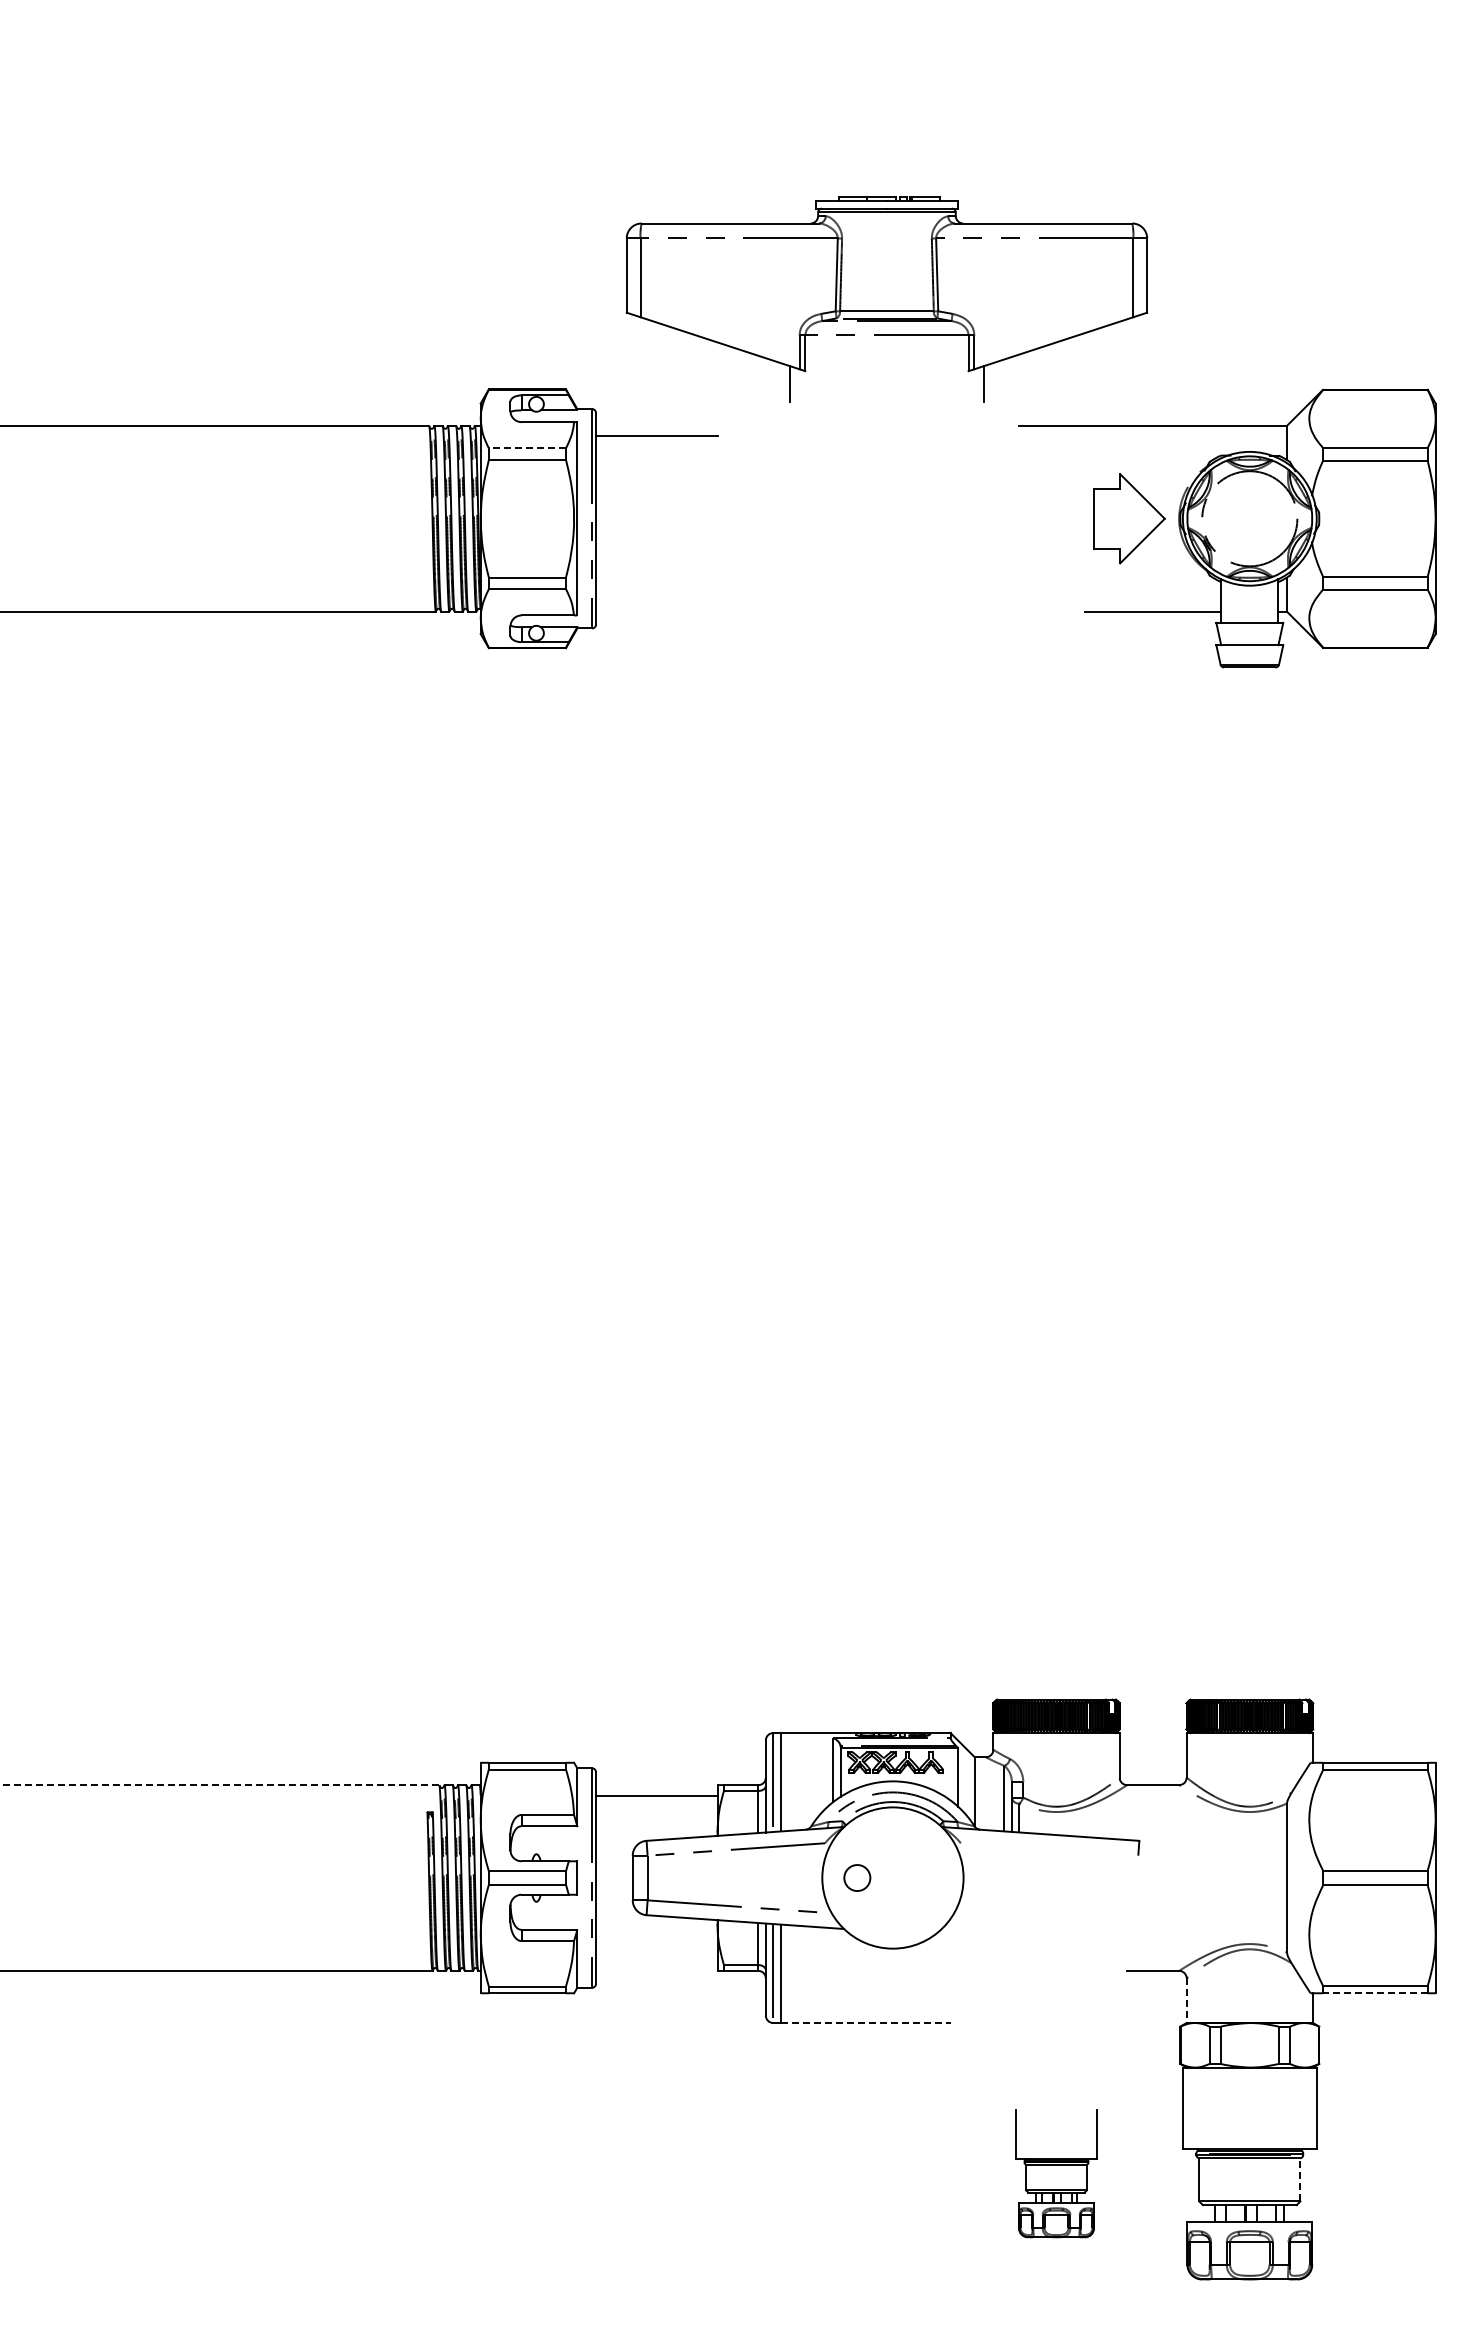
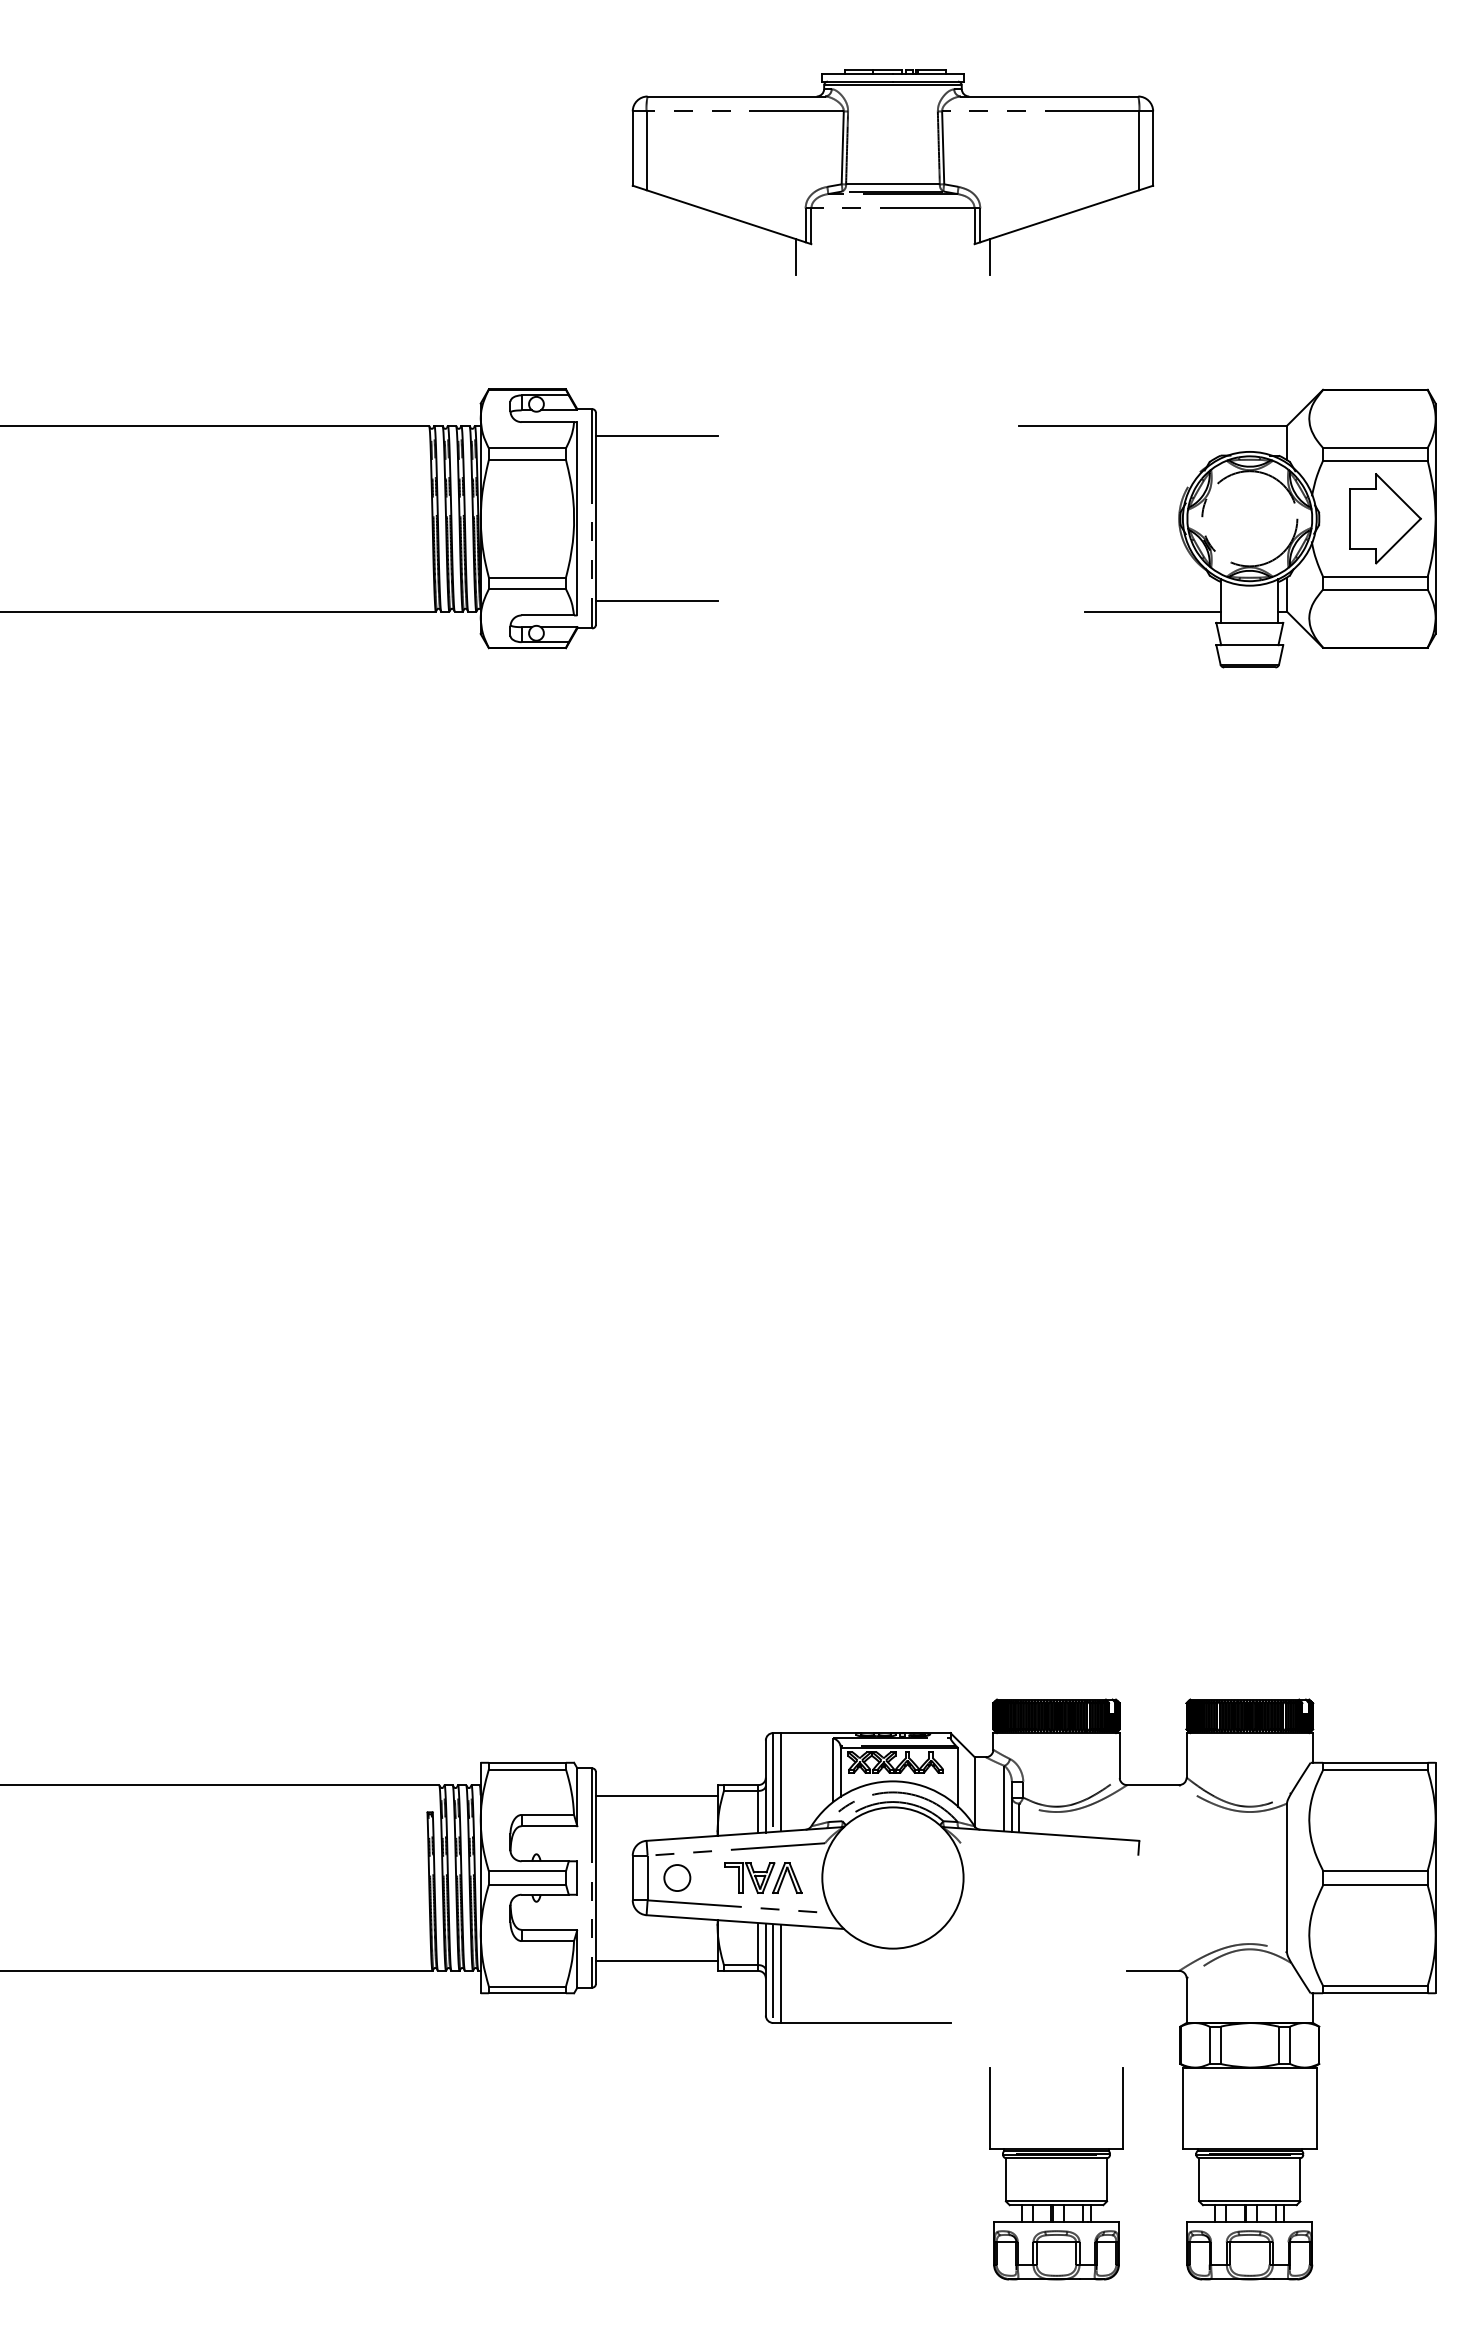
part at (886, 299) position: (886, 299) -> (892, 172)
line at (527, 448): dashed -> solid
part at (1129, 518) position: (1129, 518) -> (1385, 518)
line at (656, 601): none -> present
line at (219, 1785): dashed -> solid
part at (763, 1877): none -> present
circle at (857, 1877) position: (857, 1877) -> (677, 1877)
line at (656, 1960): none -> present
line at (1374, 1993): dashed -> solid
line at (1186, 2001): dashed -> solid
line at (865, 2023): dashed -> solid
part at (1056, 2173) size: 83x130 px -> 135x214 px
line at (1300, 2179): dashed -> solid
